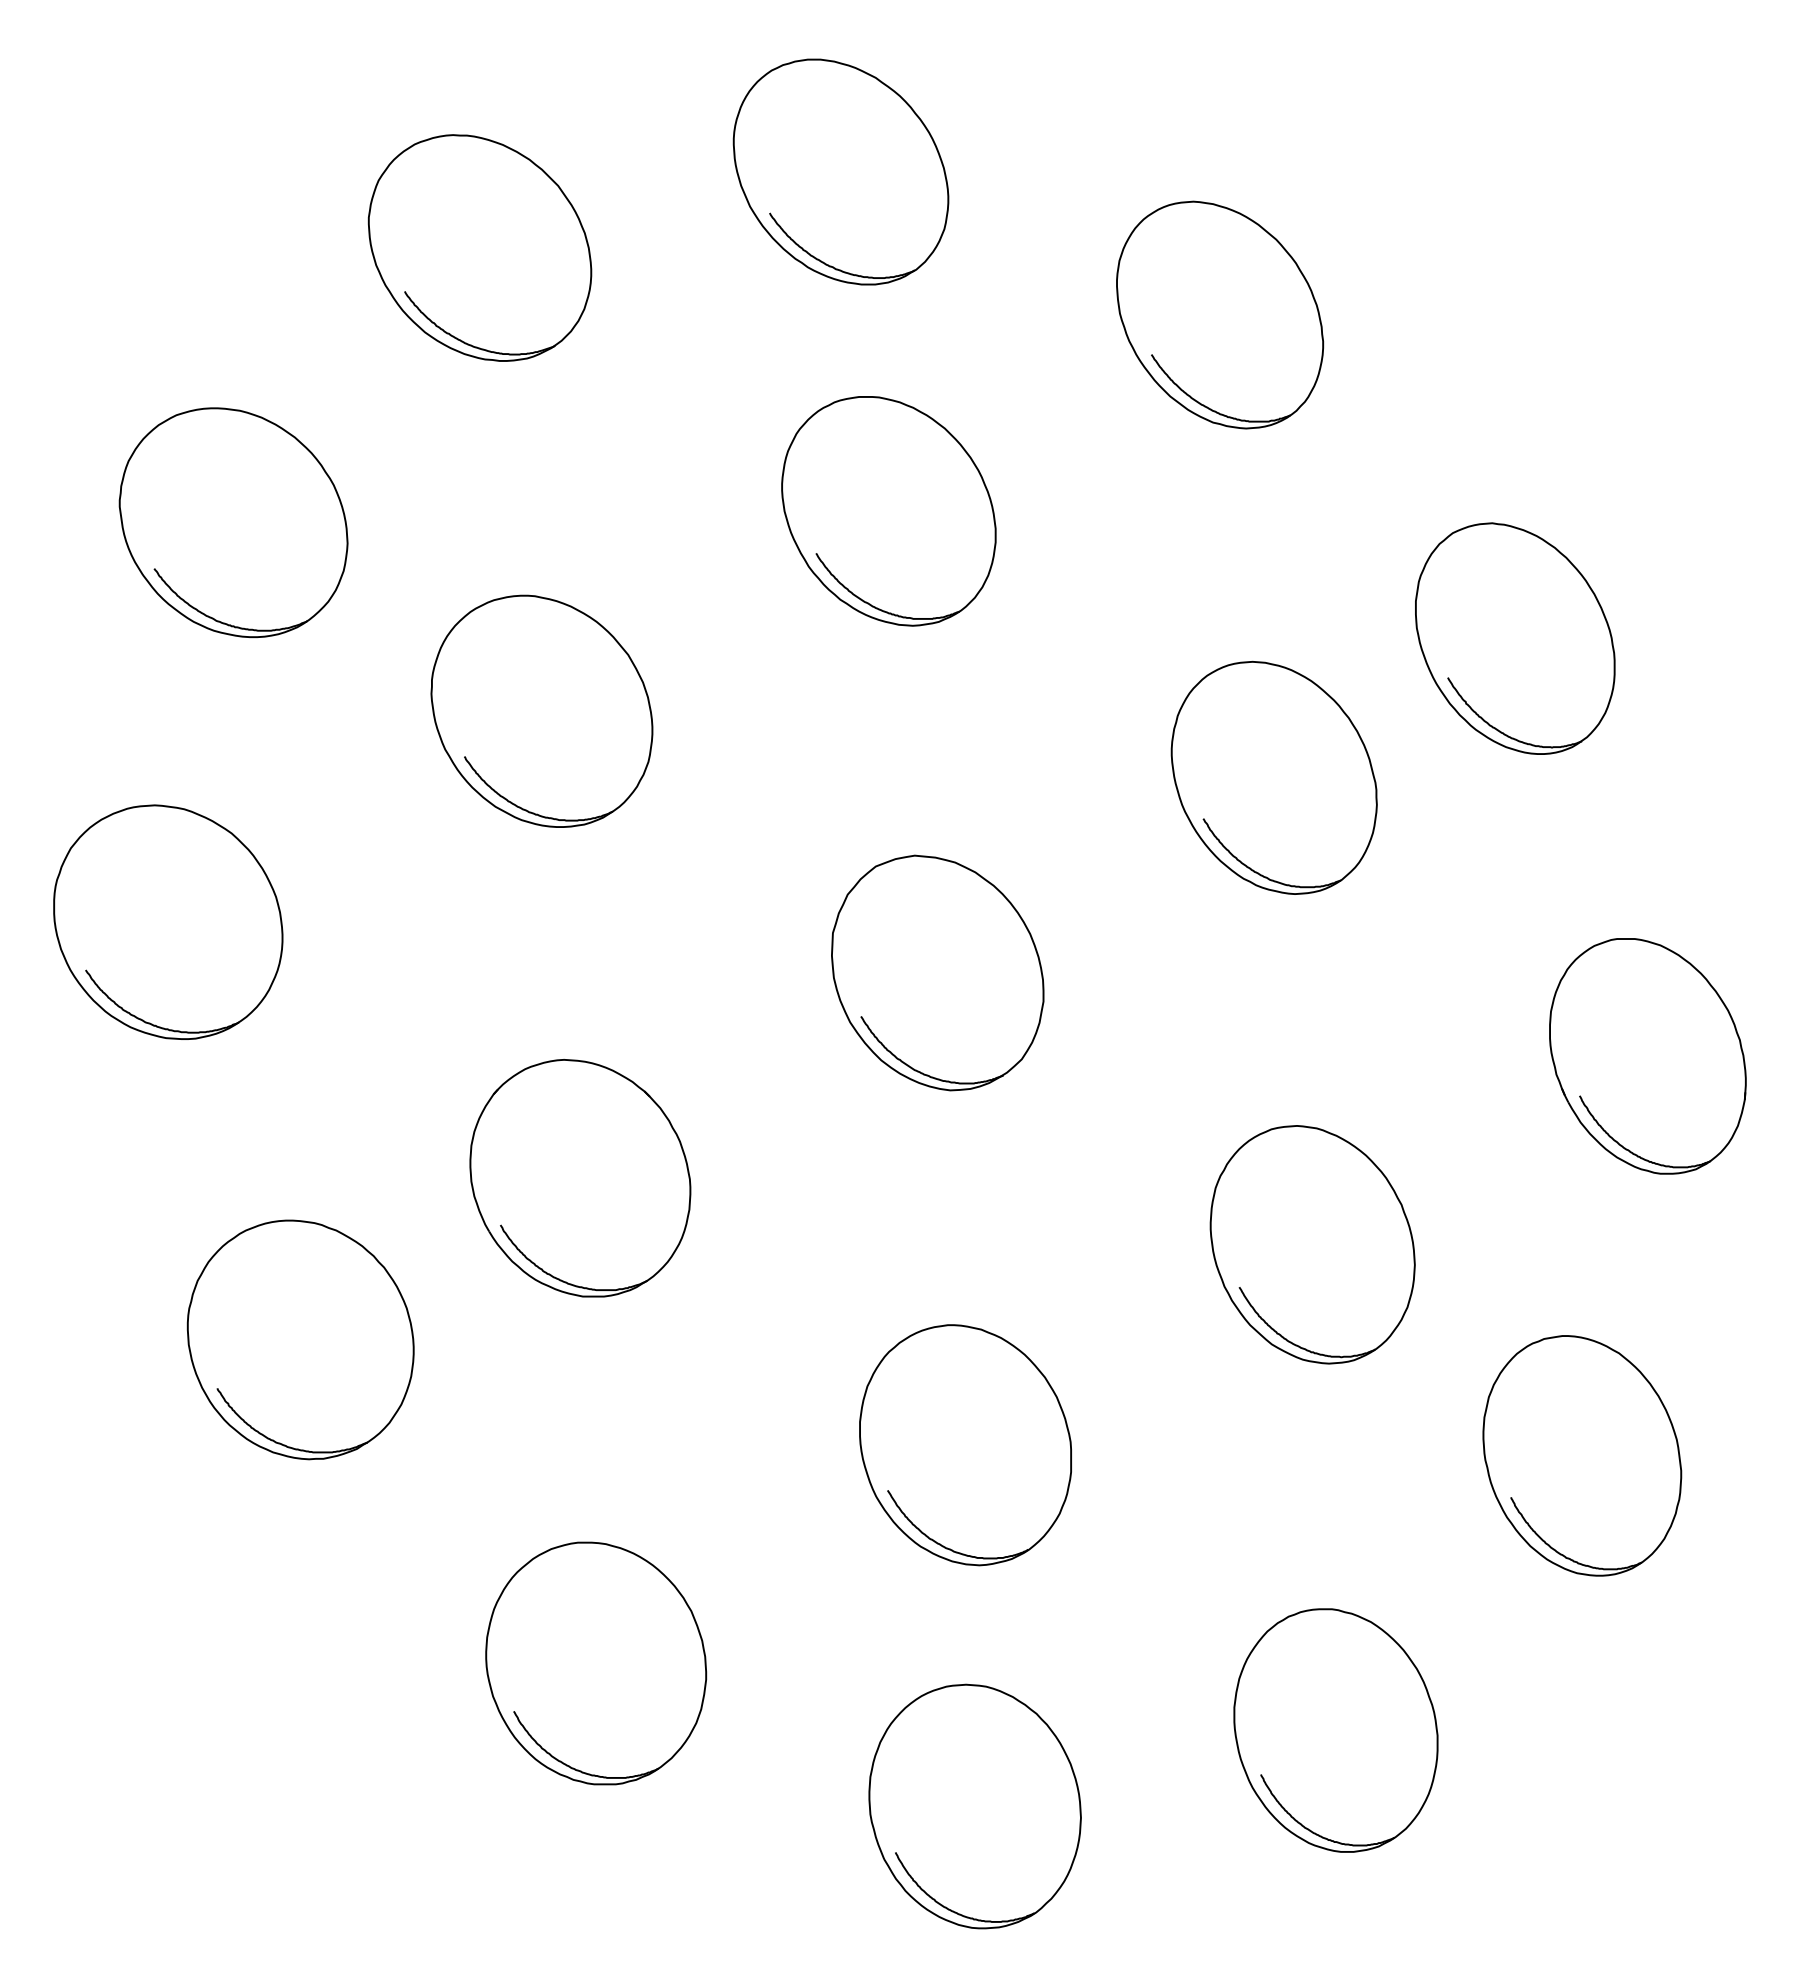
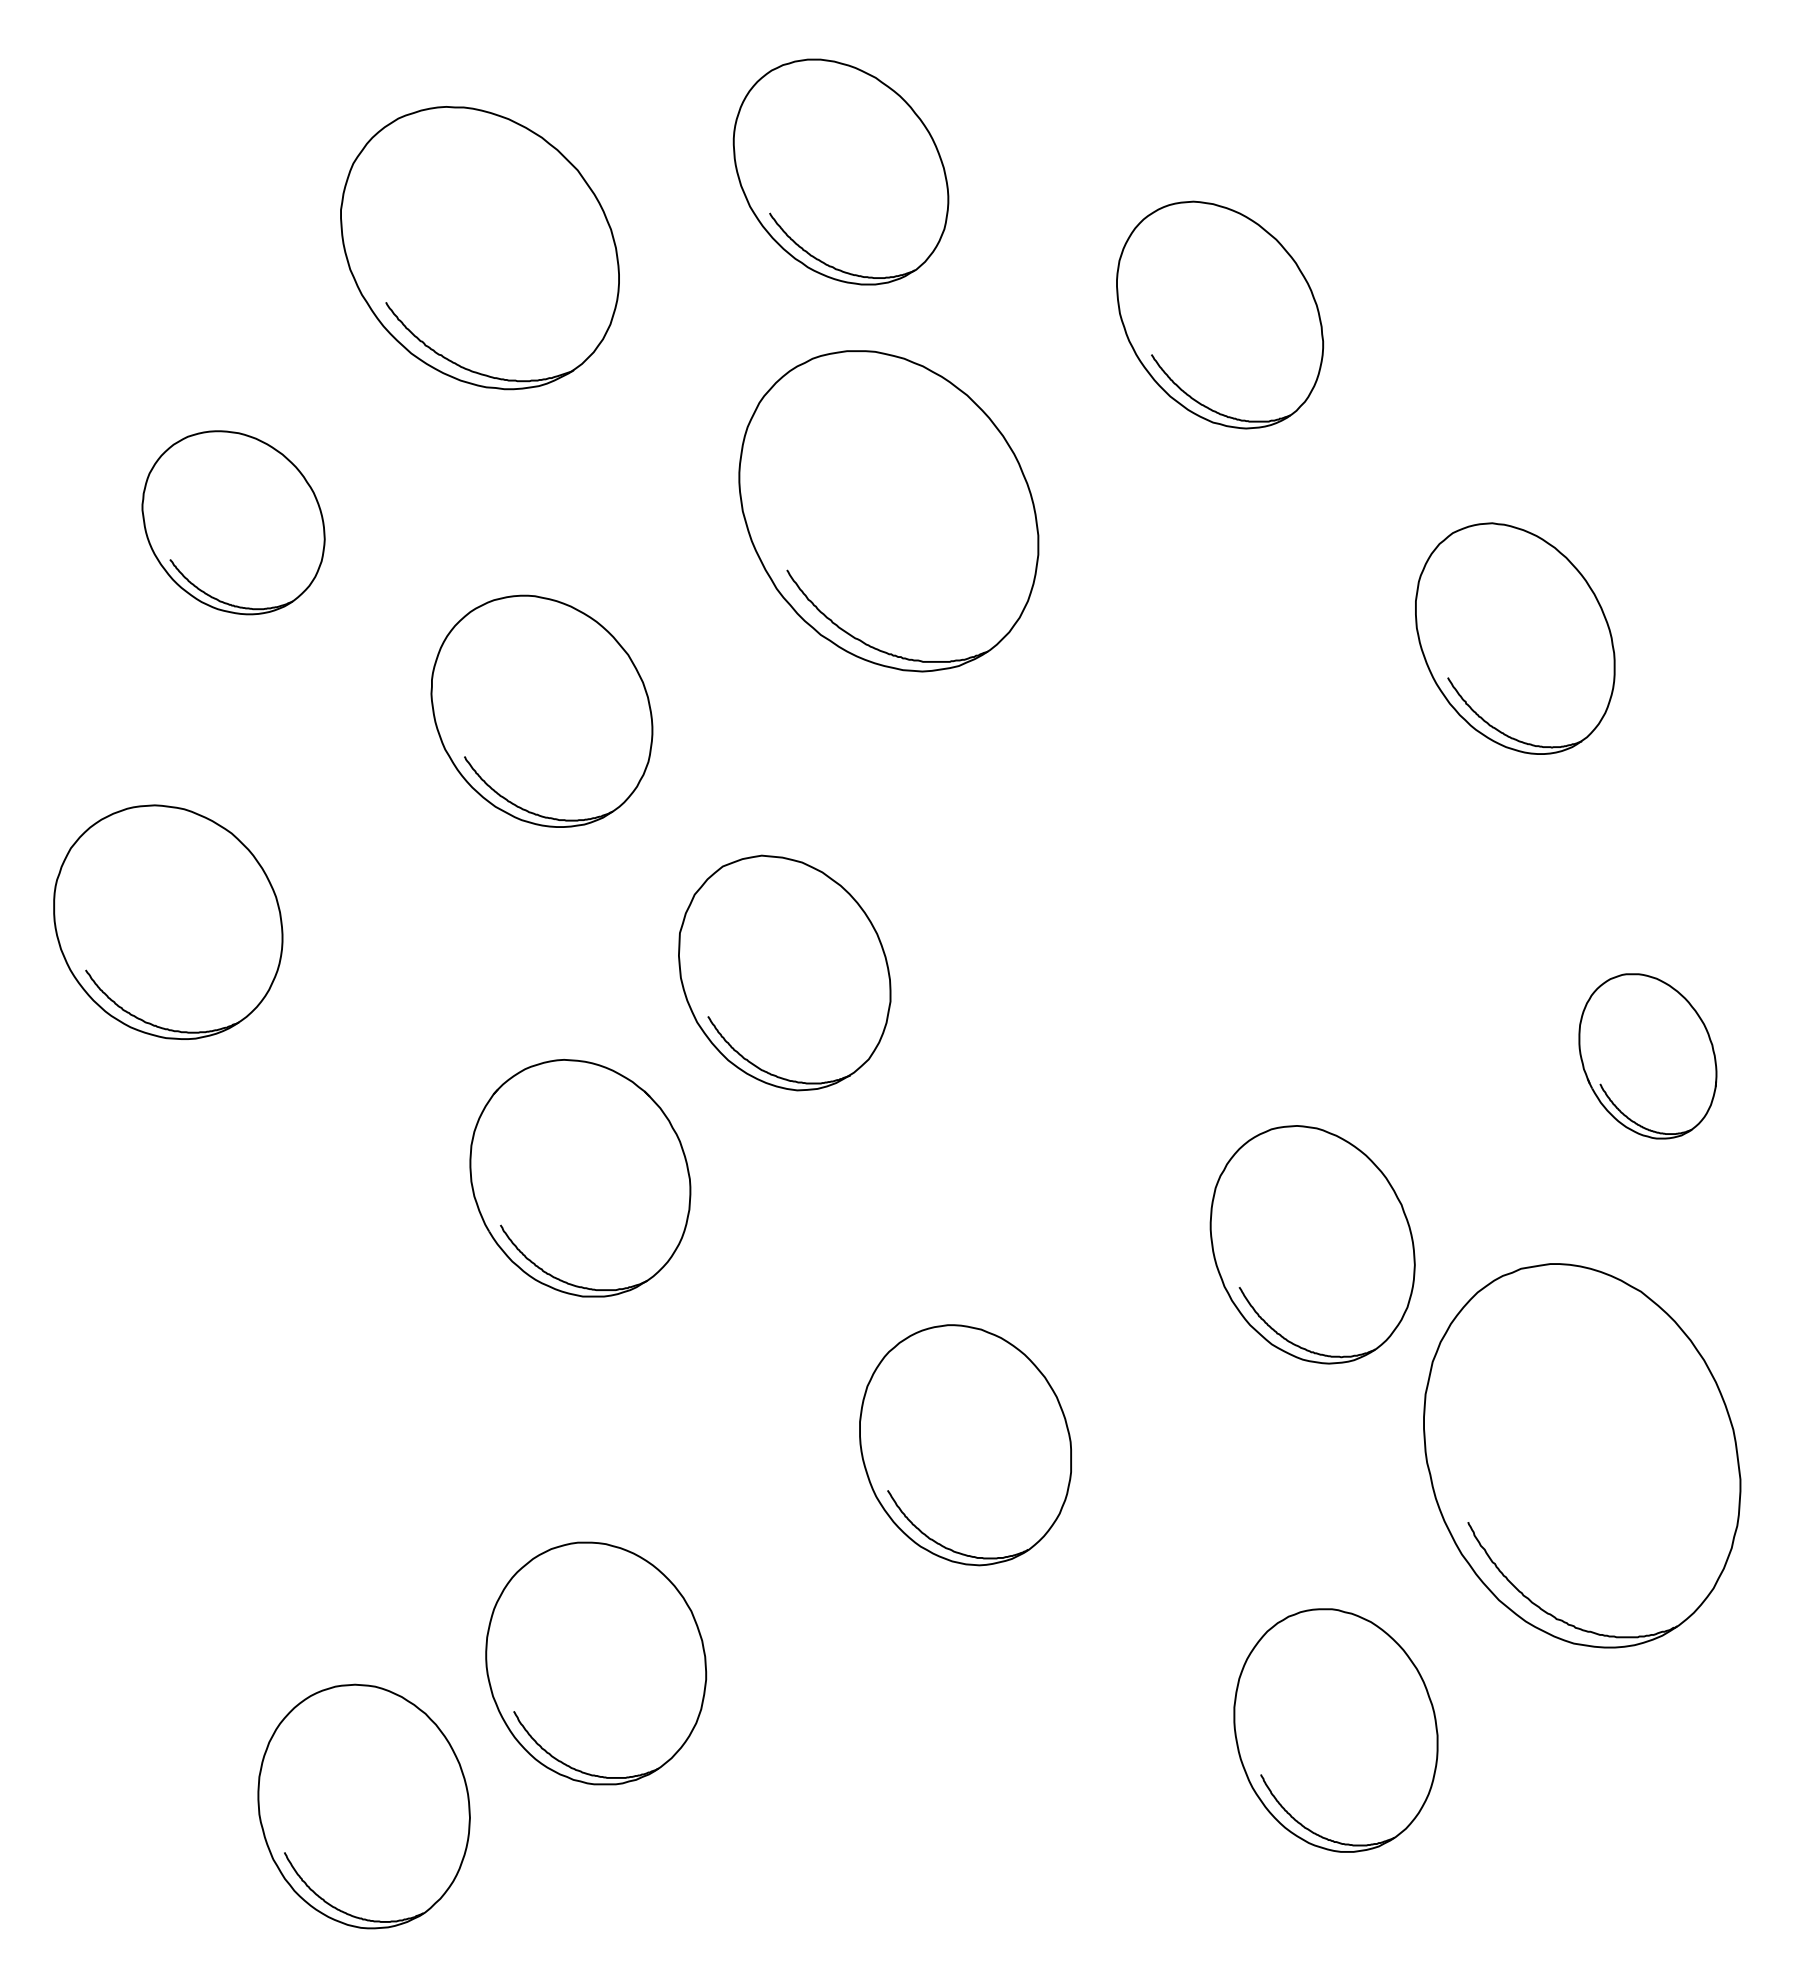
part at (479, 247) size: 226x228 px -> 280x285 px
part at (888, 511) size: 216x231 px -> 302x323 px
part at (233, 522) size: 231x232 px -> 185x186 px
part at (1273, 777): present -> none
part at (937, 972) position: (937, 972) -> (784, 972)
part at (1647, 1056) size: 198x237 px -> 140x167 px
part at (300, 1339): present -> none
part at (1582, 1455) size: 201x242 px -> 319x386 px
part at (974, 1806) position: (974, 1806) -> (363, 1806)
